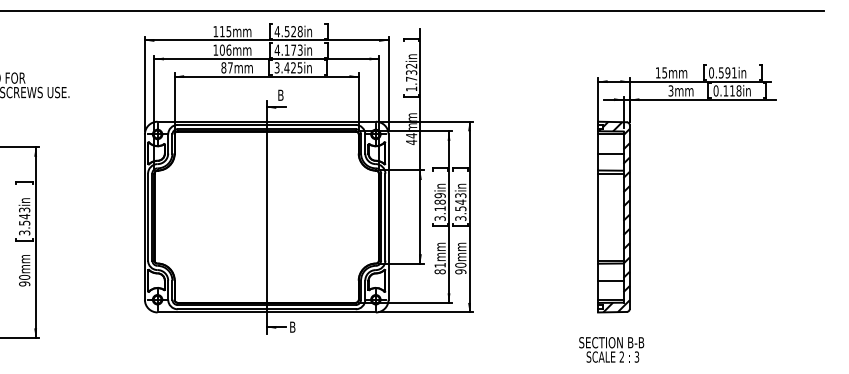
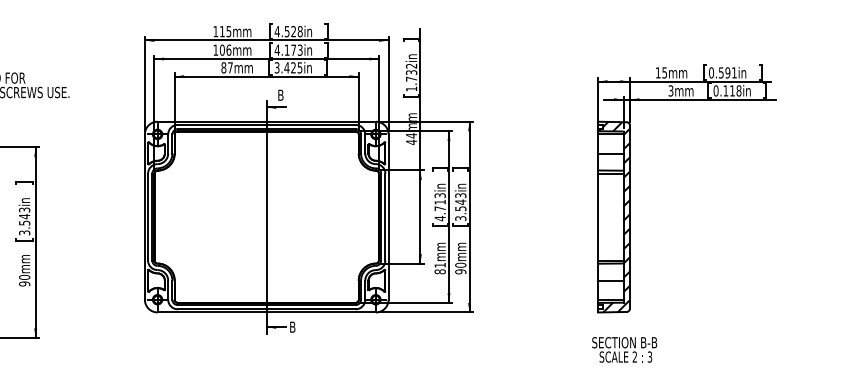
line at (412, 11): present -> none
text at (439, 207): 3.189in -> 4.713in
text at (611, 349) position: (611, 349) -> (624, 349)
